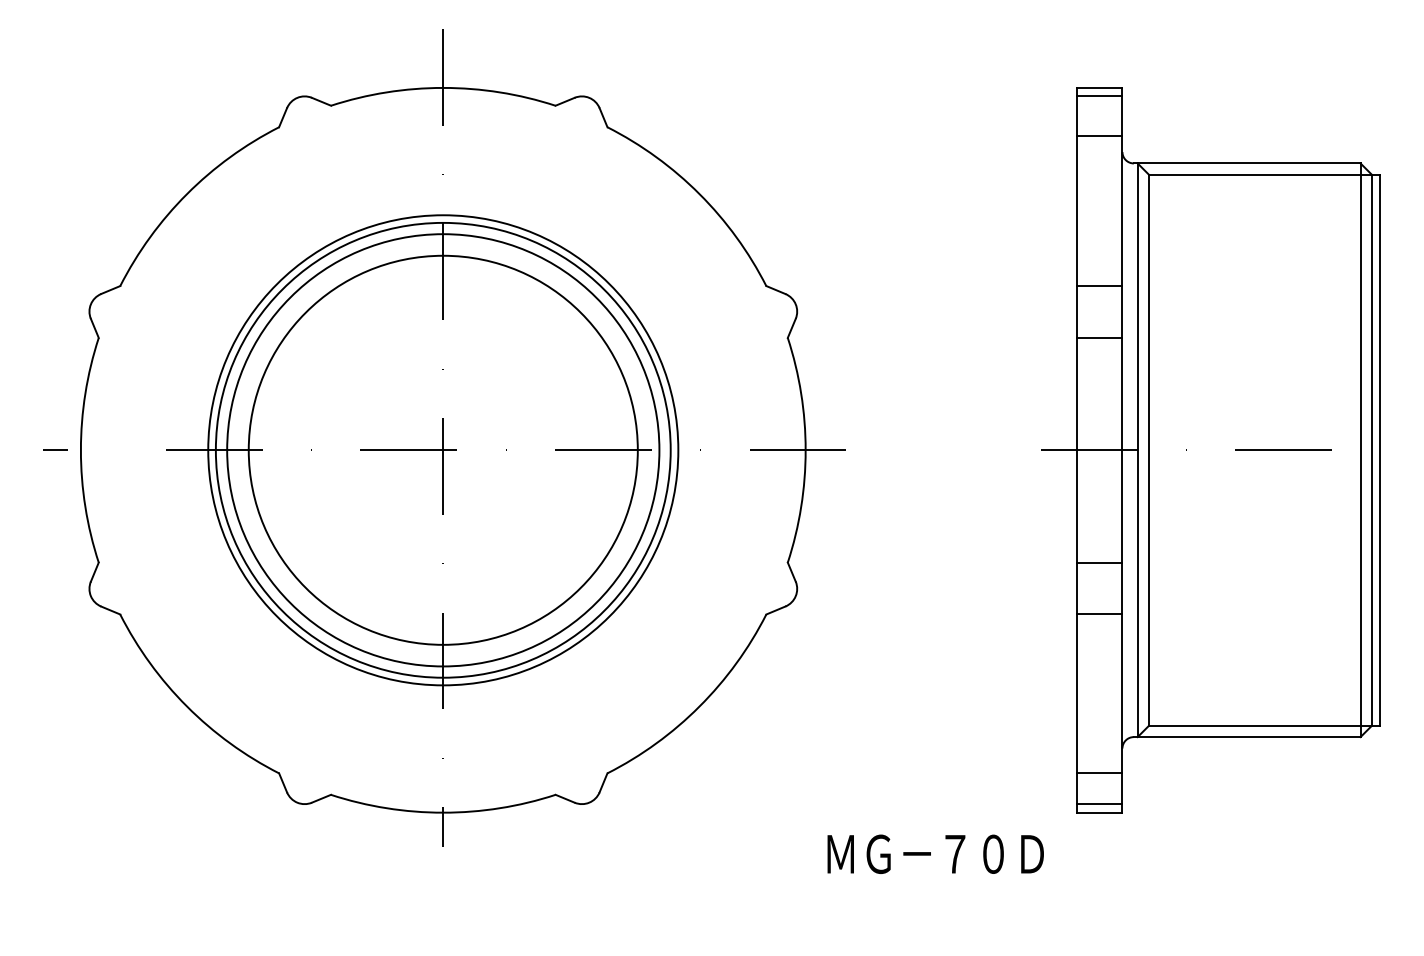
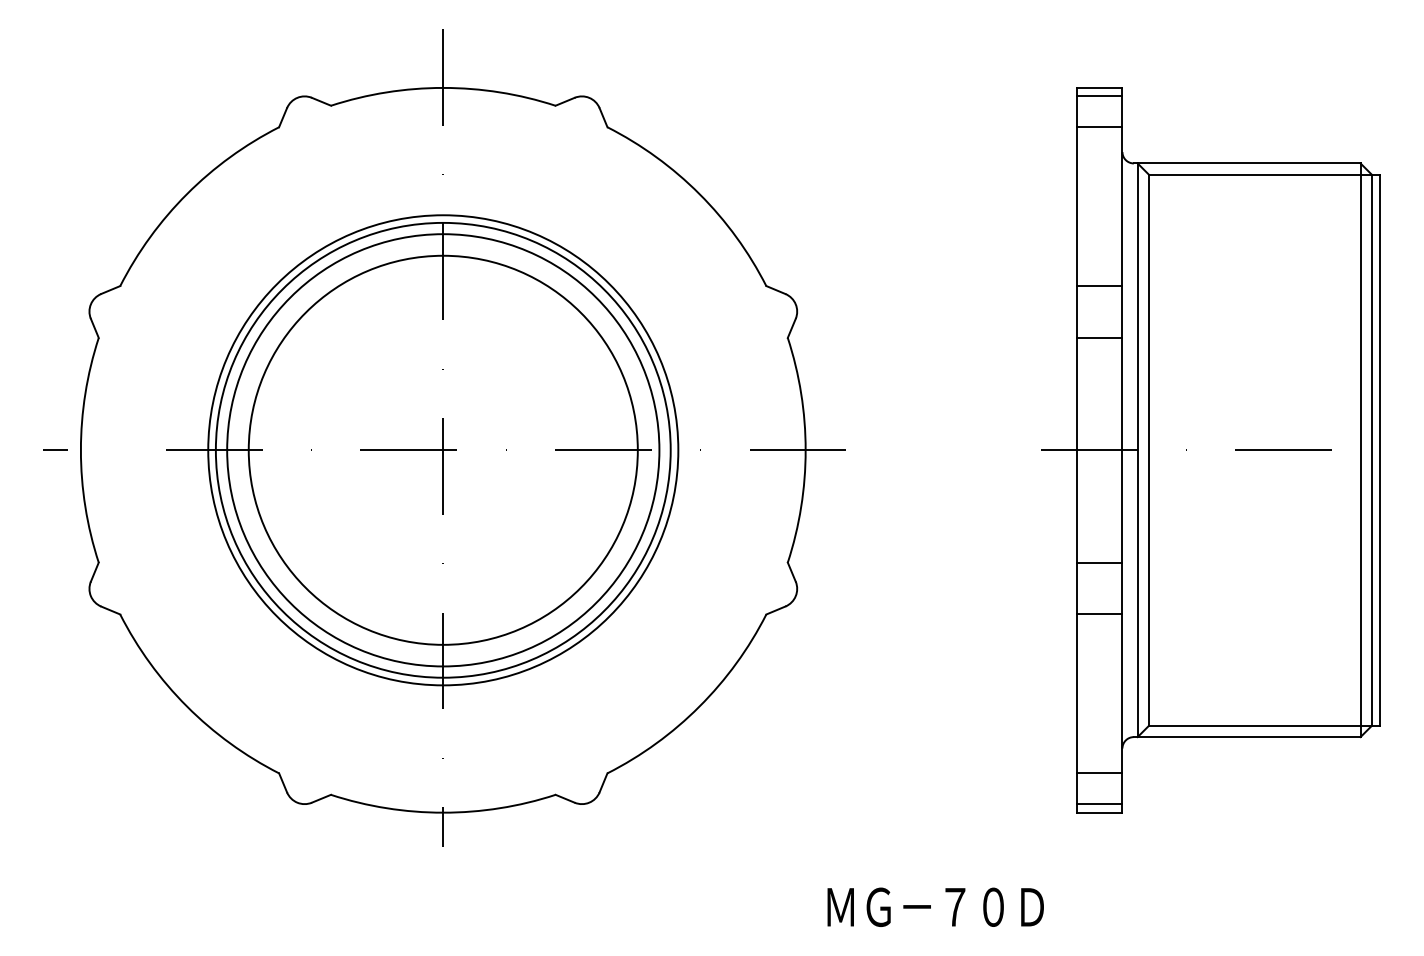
line at (1099, 136) position: (1099, 136) -> (1099, 127)
text at (935, 853) position: (935, 853) -> (935, 906)
